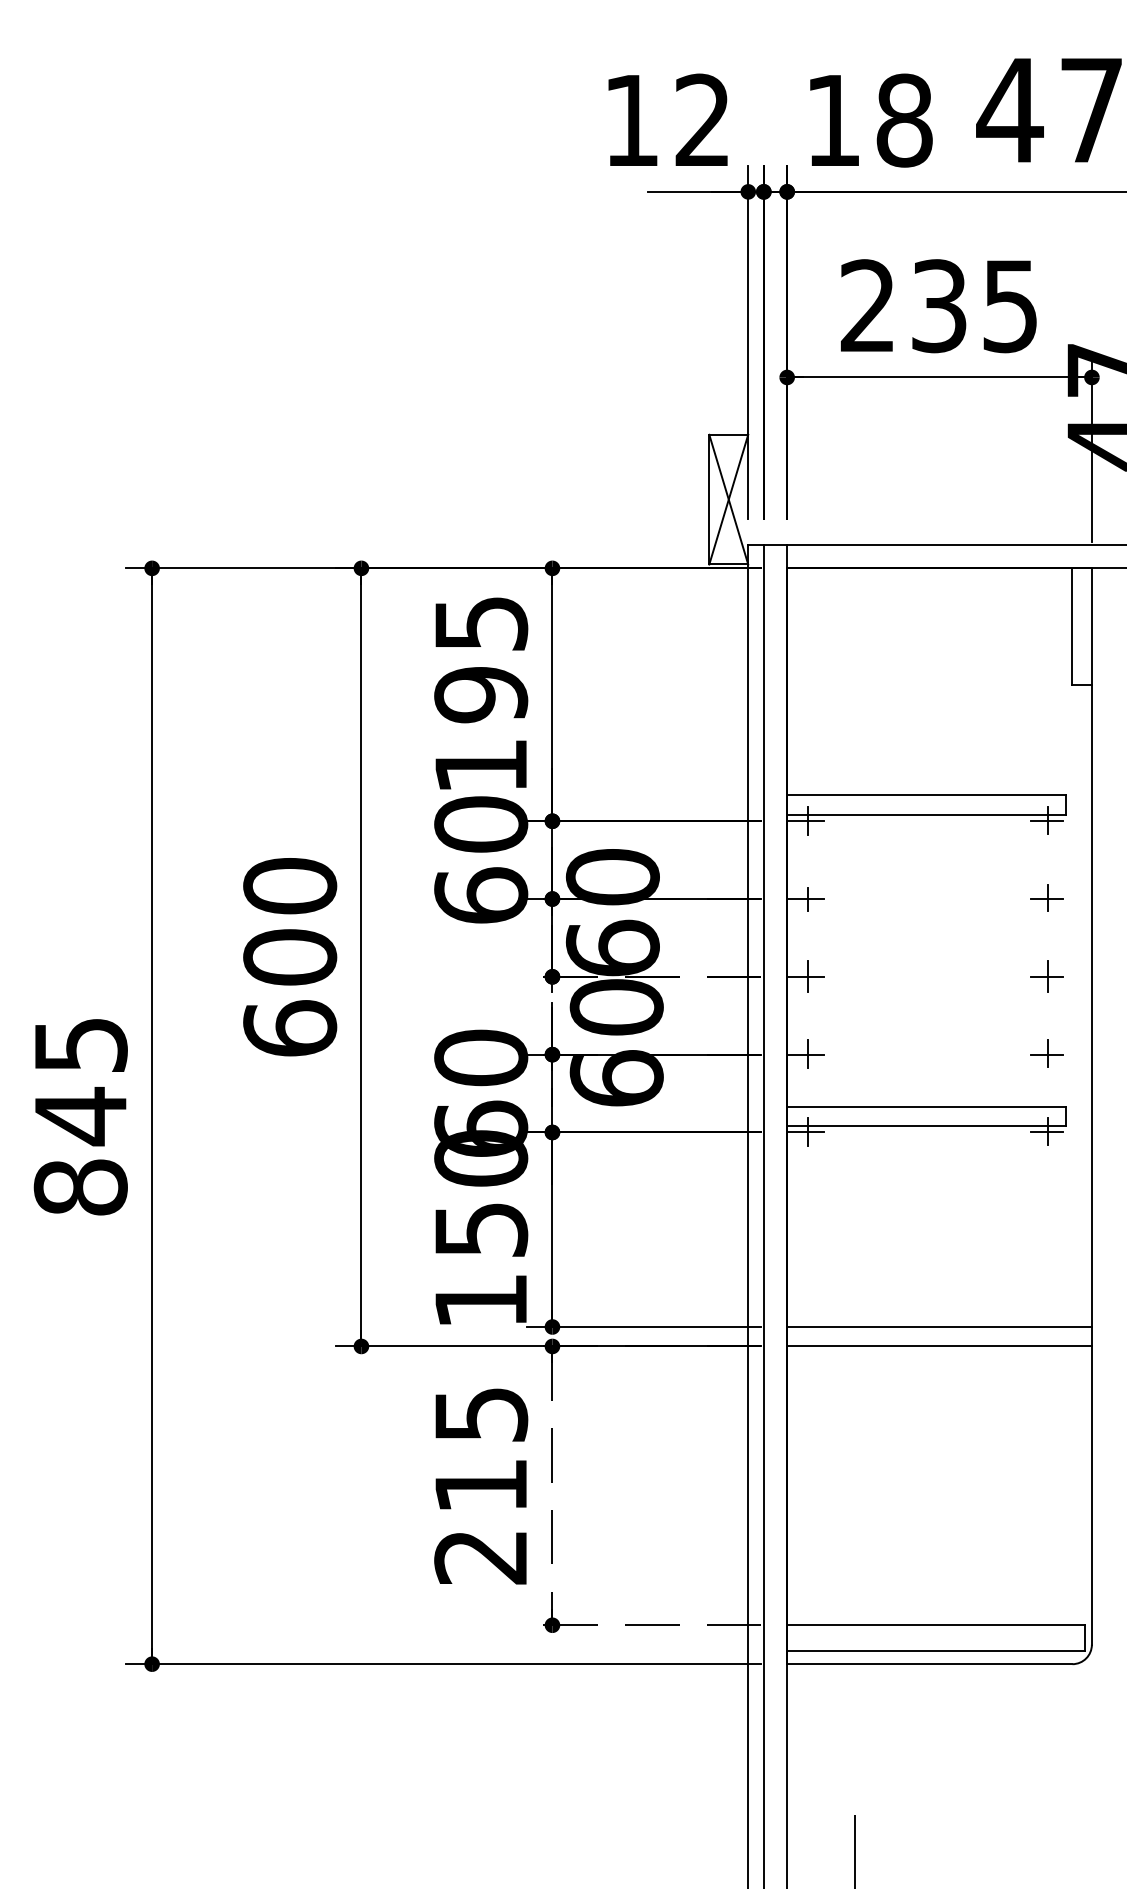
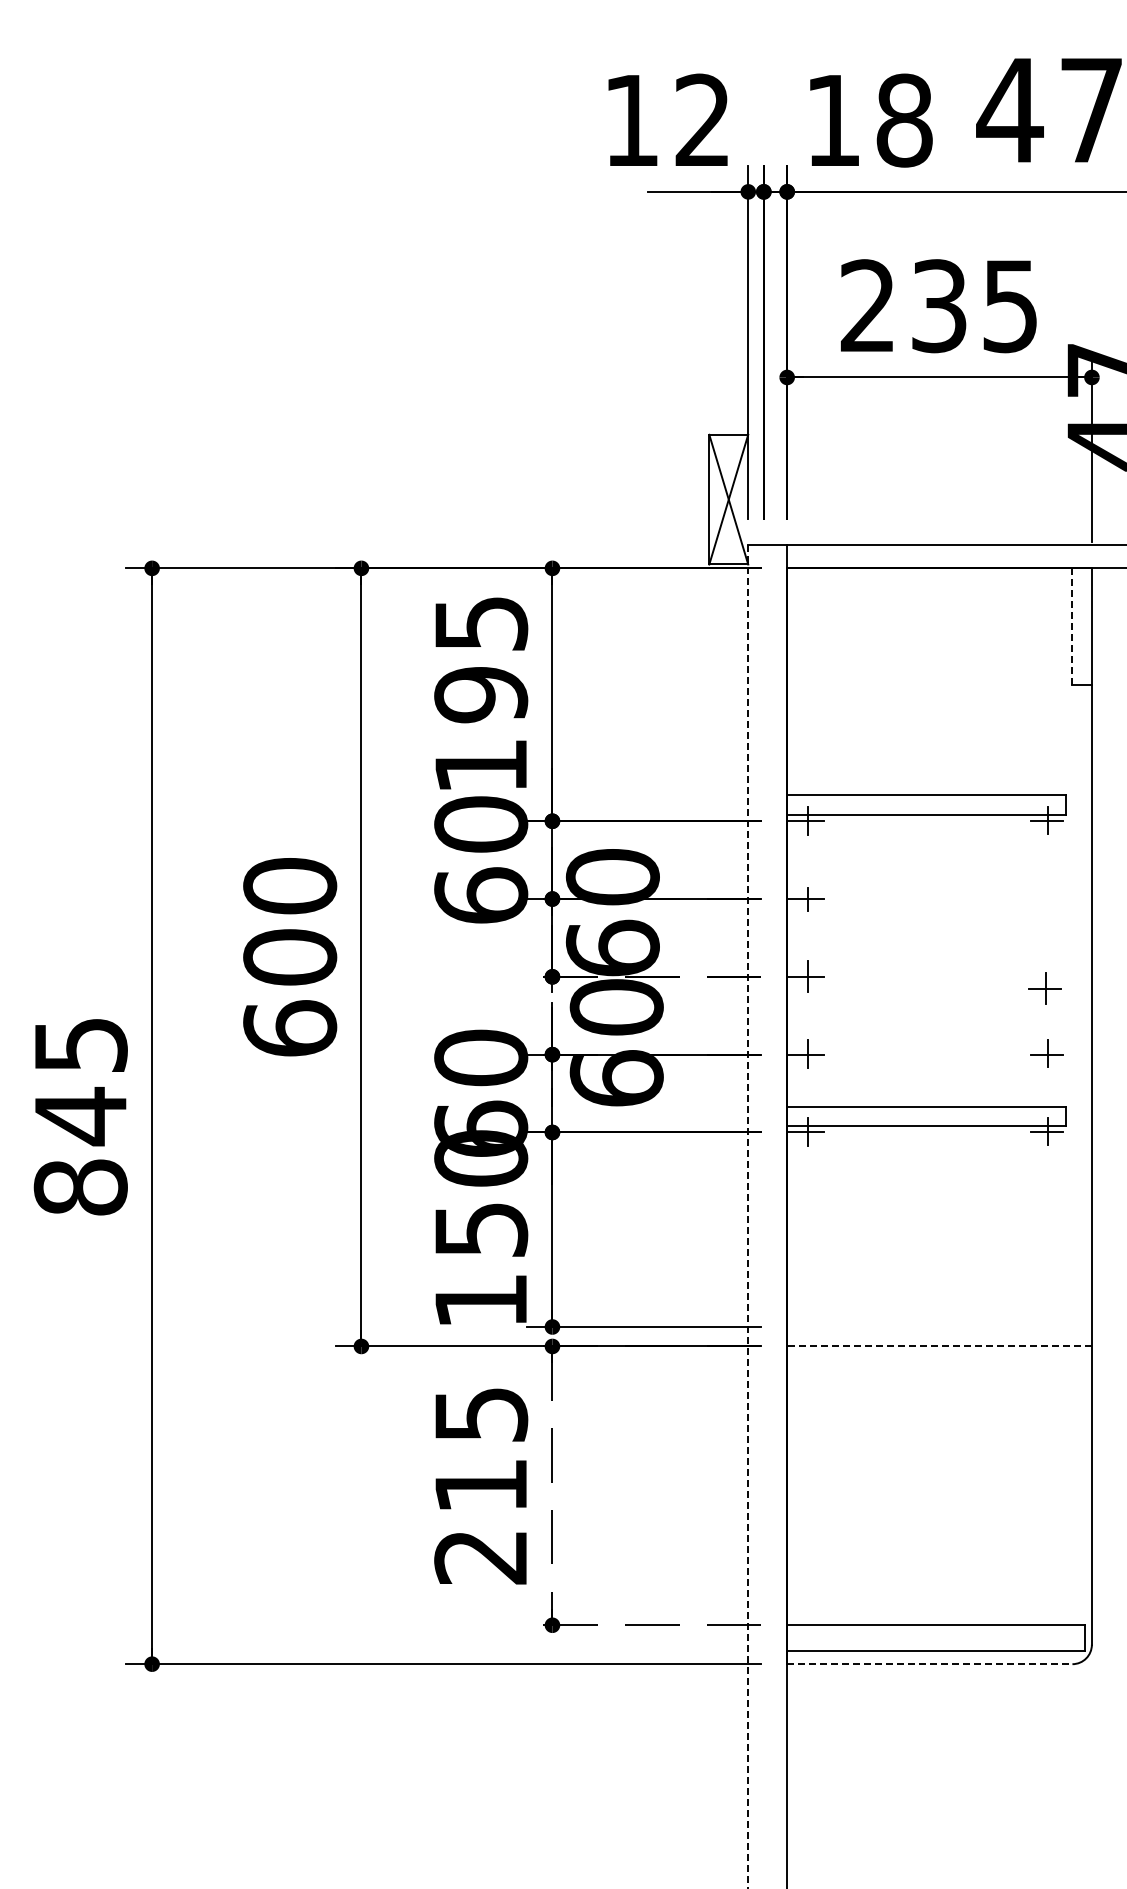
line at (1072, 626): solid -> dashed
part at (1046, 897): present -> none
part at (1046, 976) position: (1046, 976) -> (1044, 988)
line at (763, 1215): present -> none
line at (748, 1216): solid -> dashed
line at (939, 1327): present -> none
line at (939, 1346): solid -> dashed
line at (929, 1664): solid -> dashed
line at (854, 1850): present -> none
